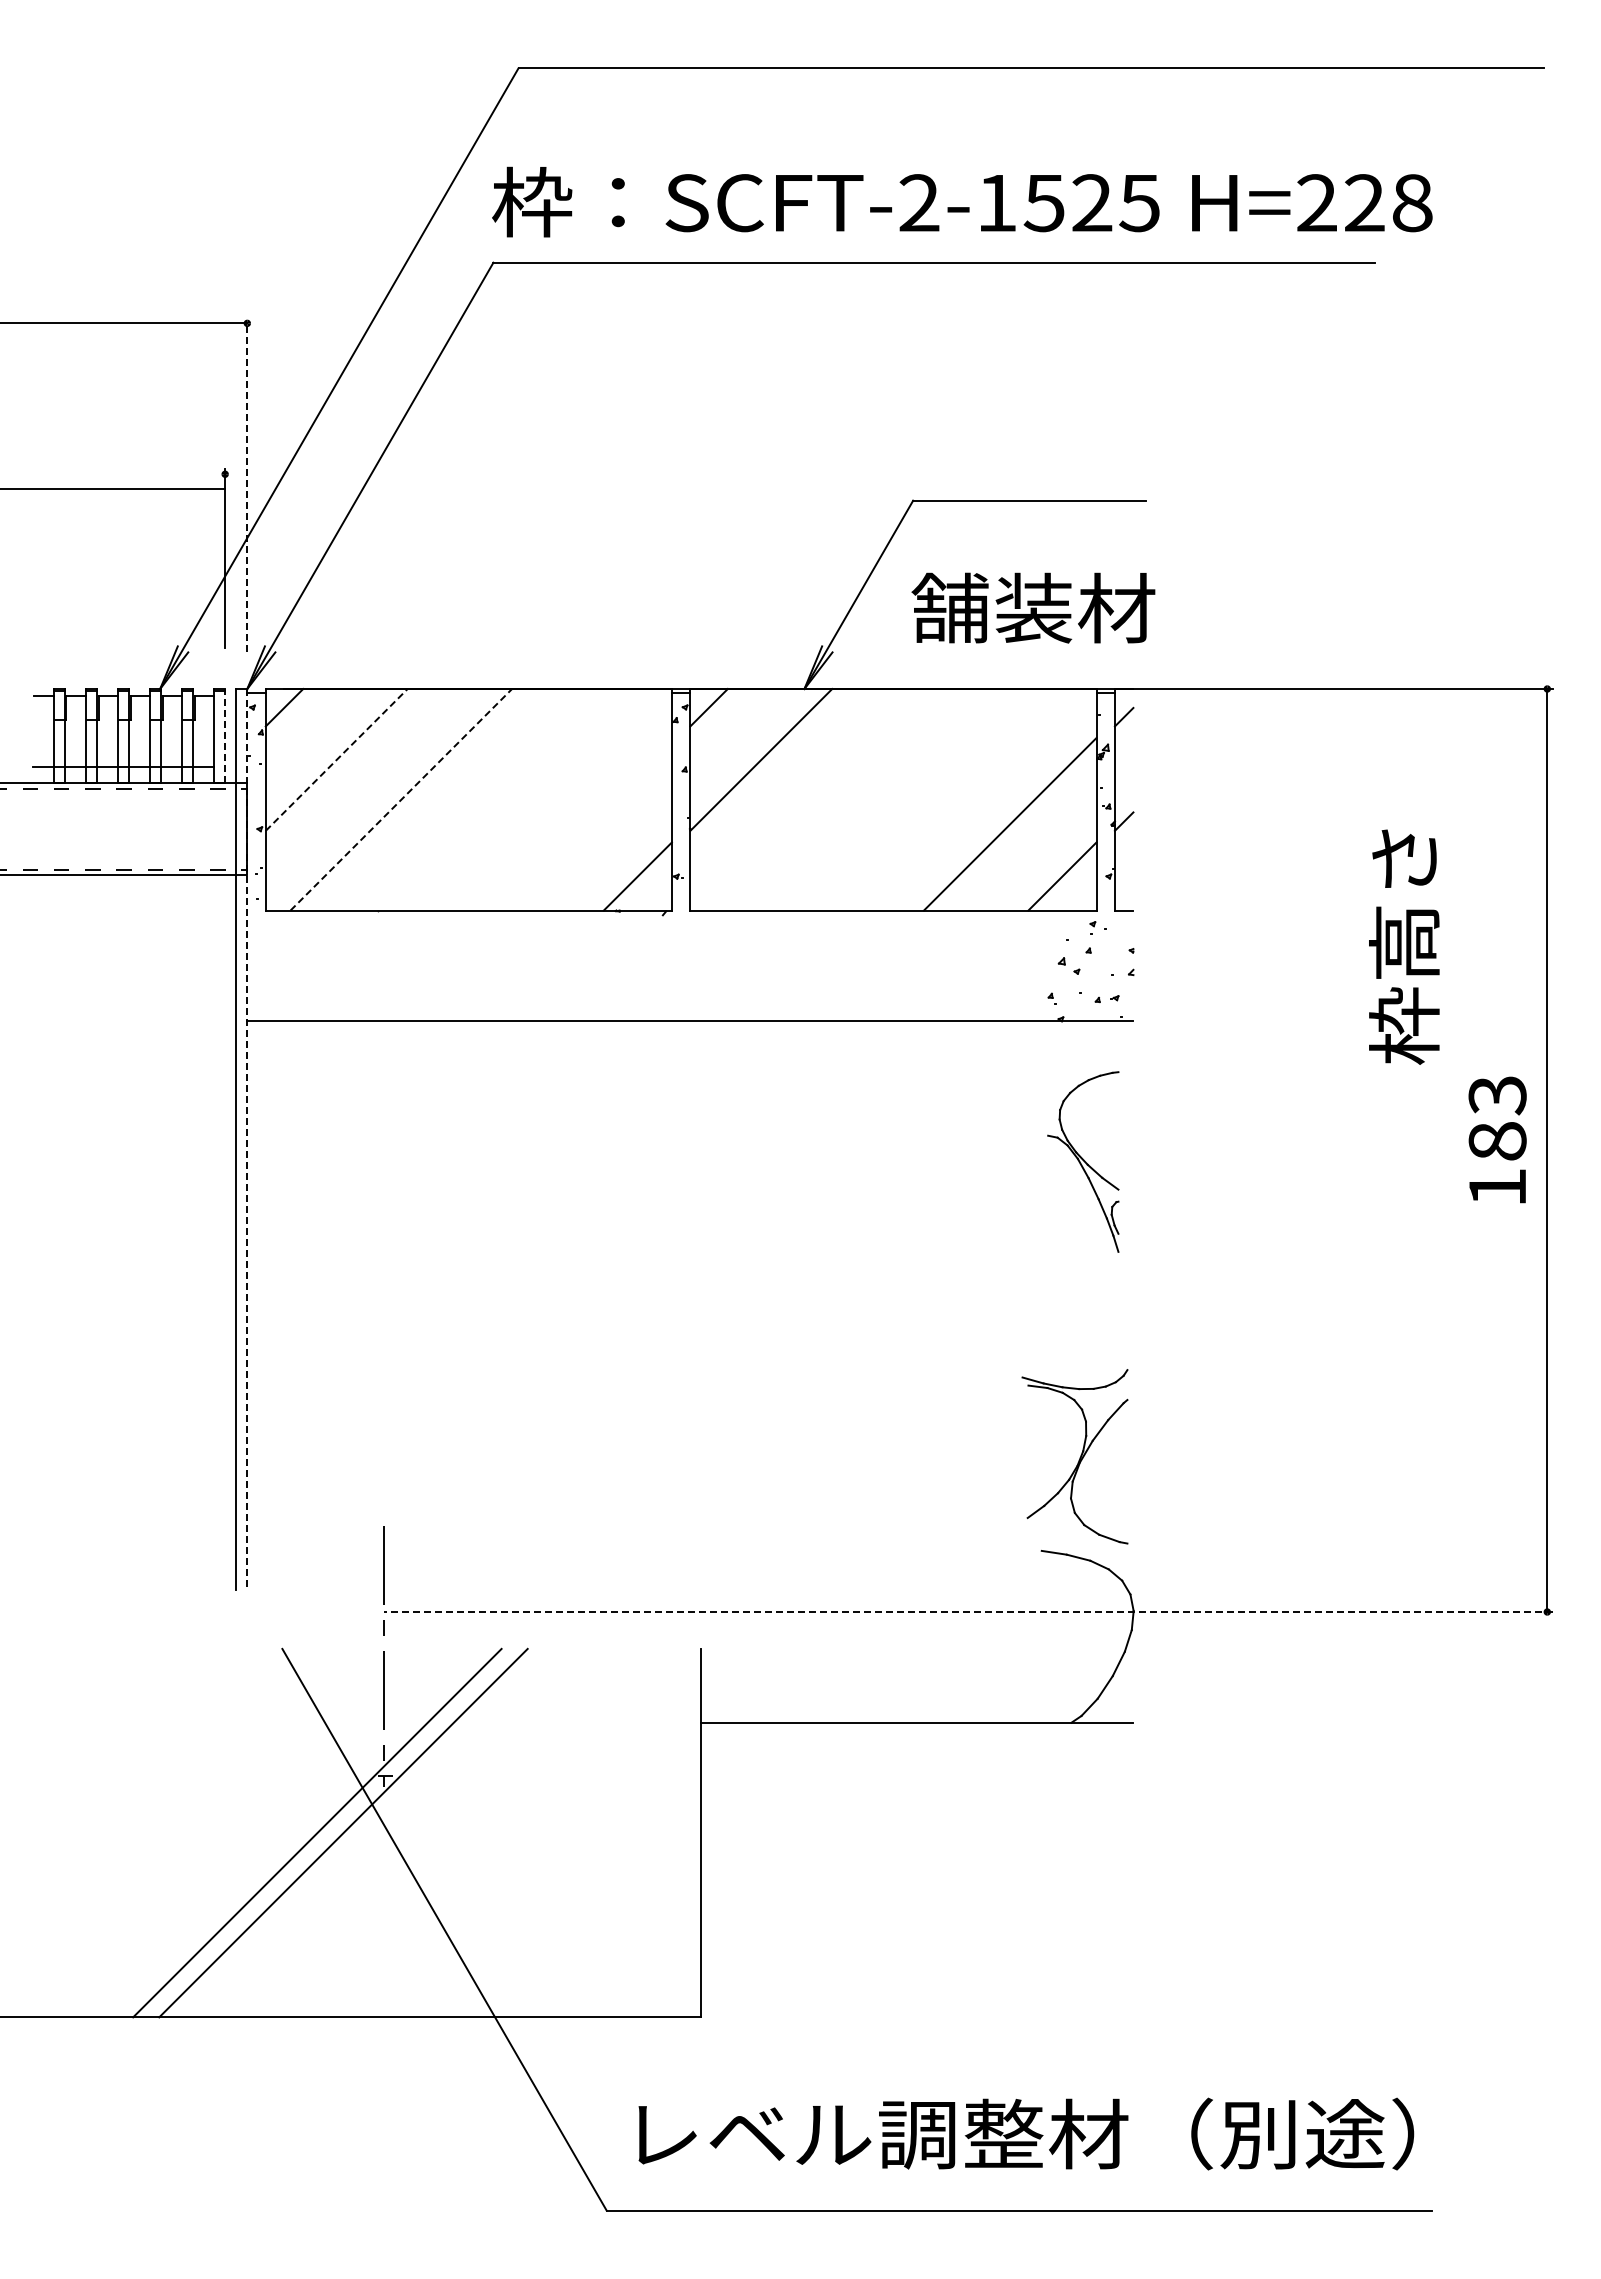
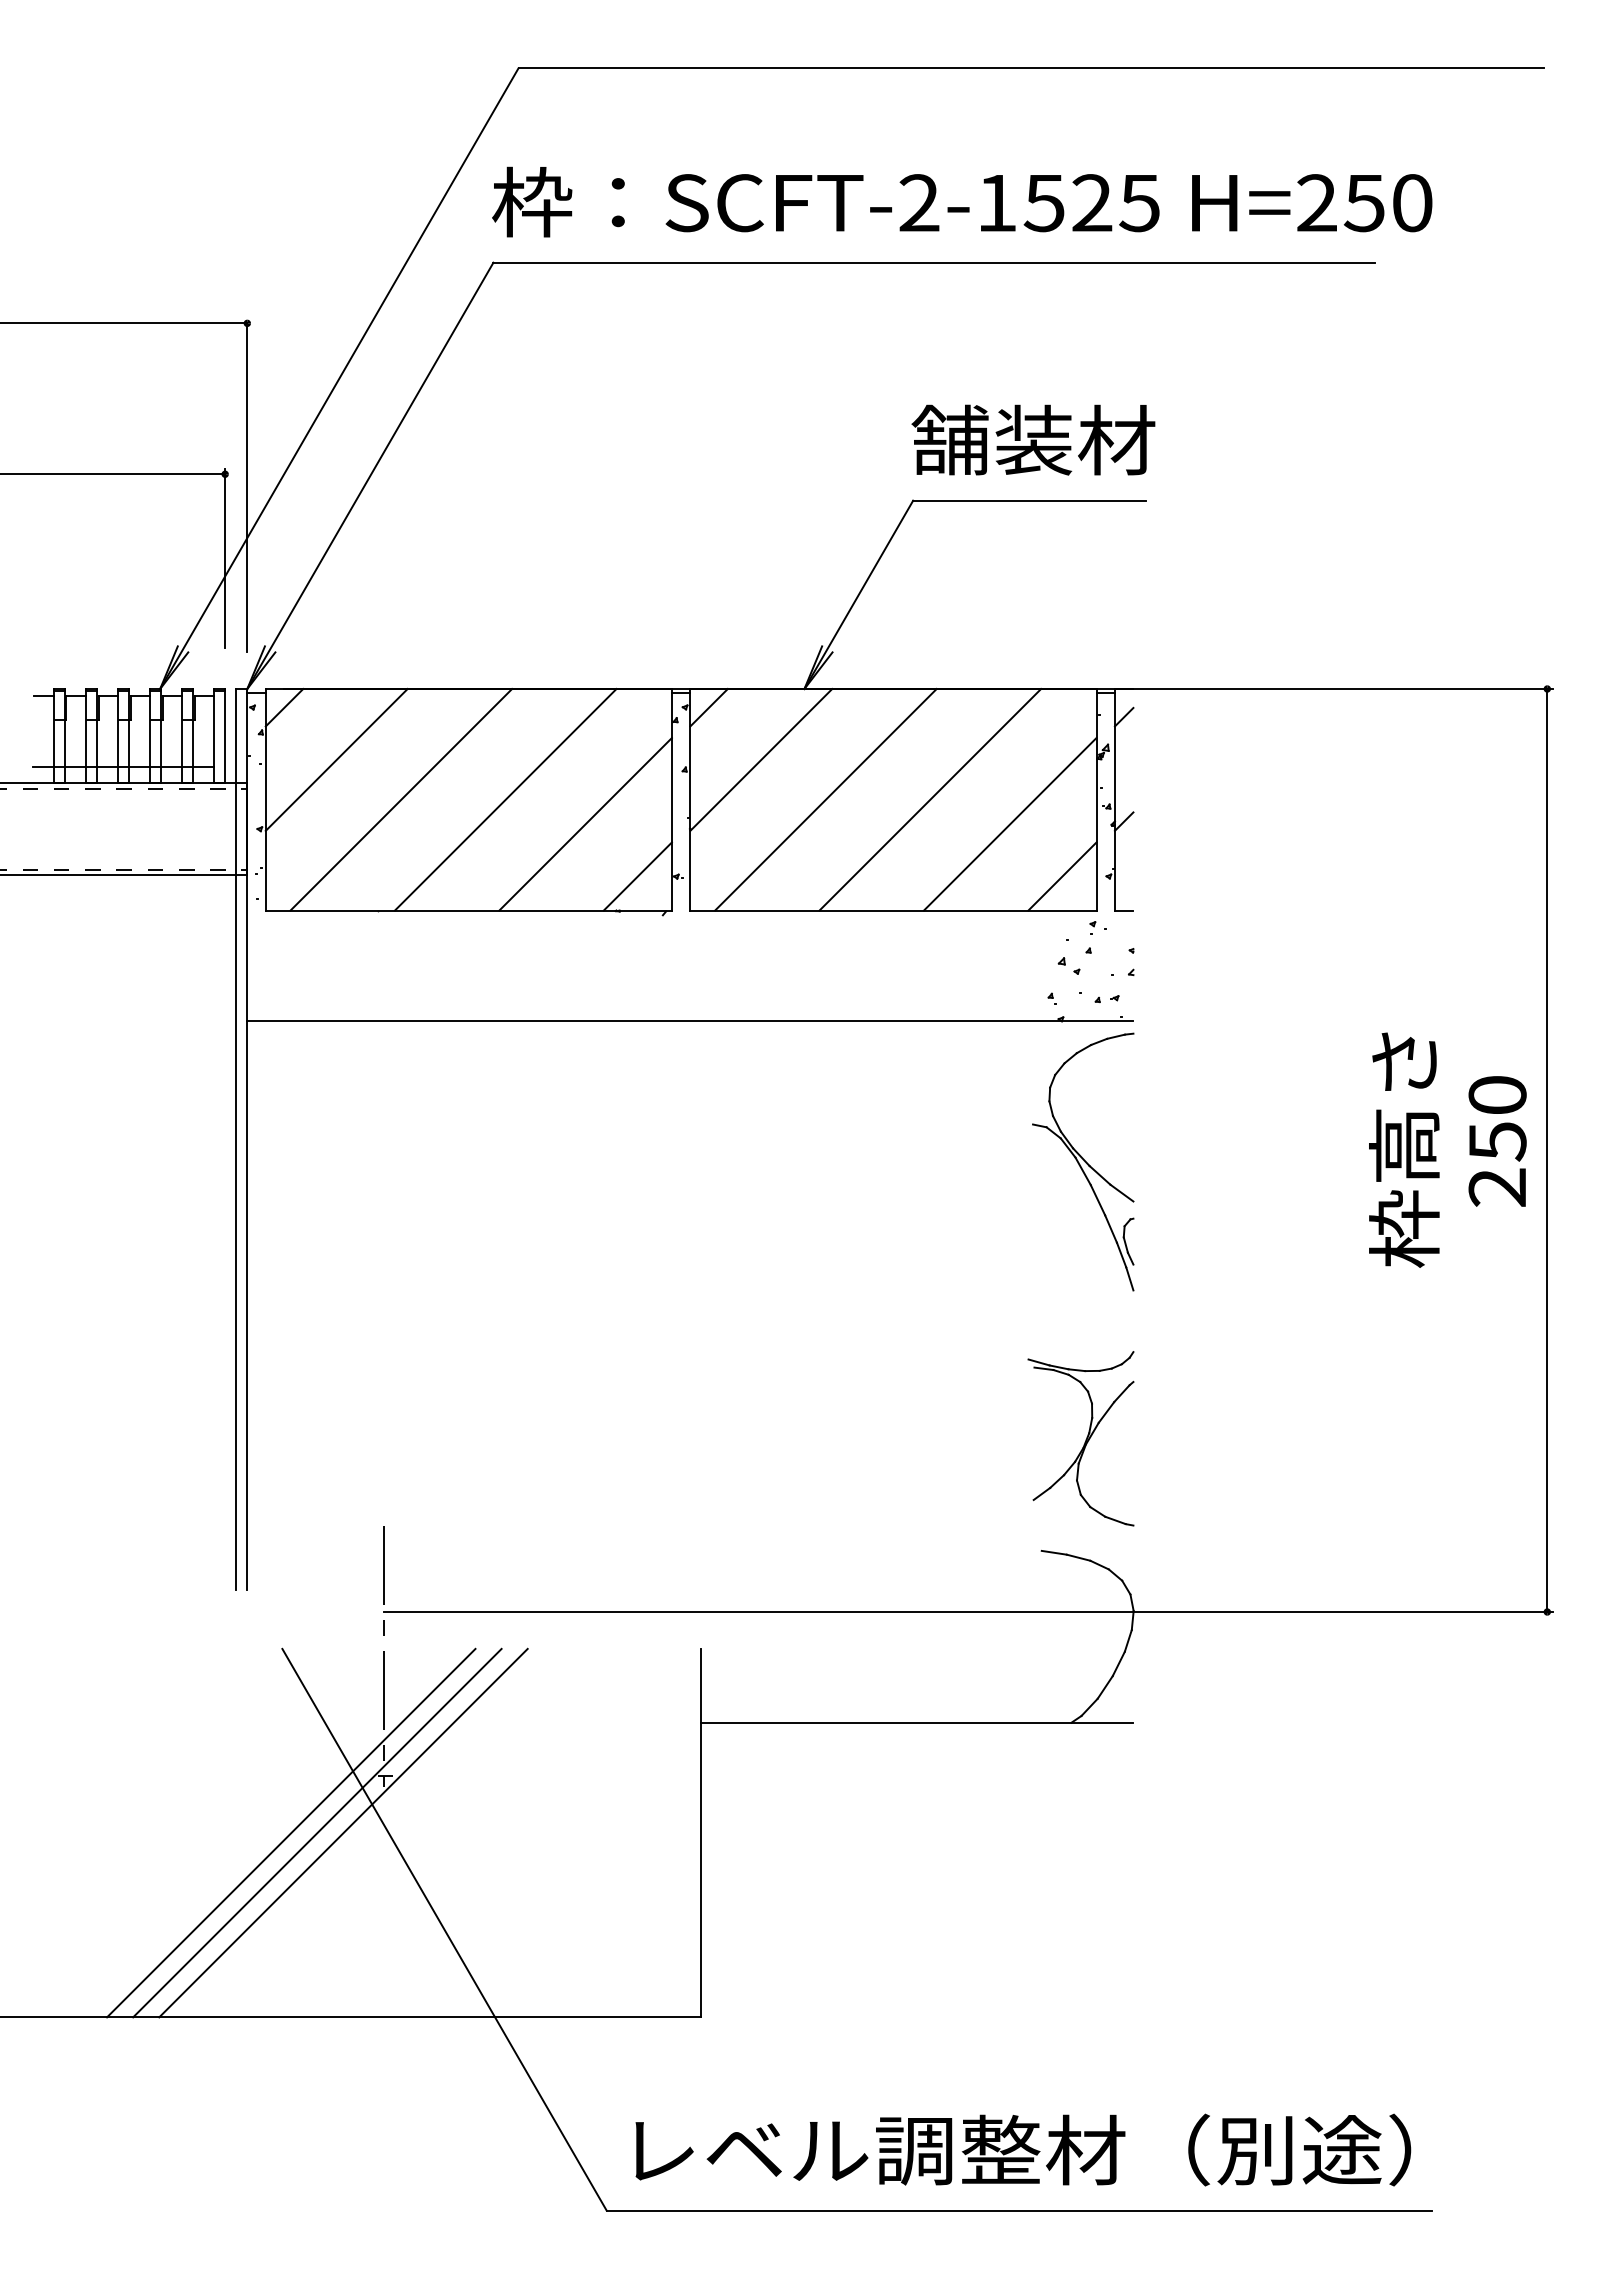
text at (1387, 203): H=228 -> H=250
line at (247, 487): dashed -> solid
line at (113, 489) position: (113, 489) -> (113, 474)
text at (1033, 607) position: (1033, 607) -> (1033, 439)
line at (225, 735): dashed -> solid
line at (337, 759): dashed -> solid
line at (401, 799): dashed -> solid
line at (505, 799): none -> present
line at (825, 799): none -> present
line at (930, 799): none -> present
line at (585, 824): none -> present
text at (1404, 946) position: (1404, 946) -> (1404, 1149)
line at (247, 1139): dashed -> solid
text at (1497, 1141): 183 -> 250
part at (1083, 1161) size: 73x182 px -> 103x260 px
part at (1074, 1456) position: (1074, 1456) -> (1080, 1438)
line at (967, 1612): dashed -> solid
line at (291, 1832): none -> present
text at (1026, 2133) position: (1026, 2133) -> (1023, 2149)
